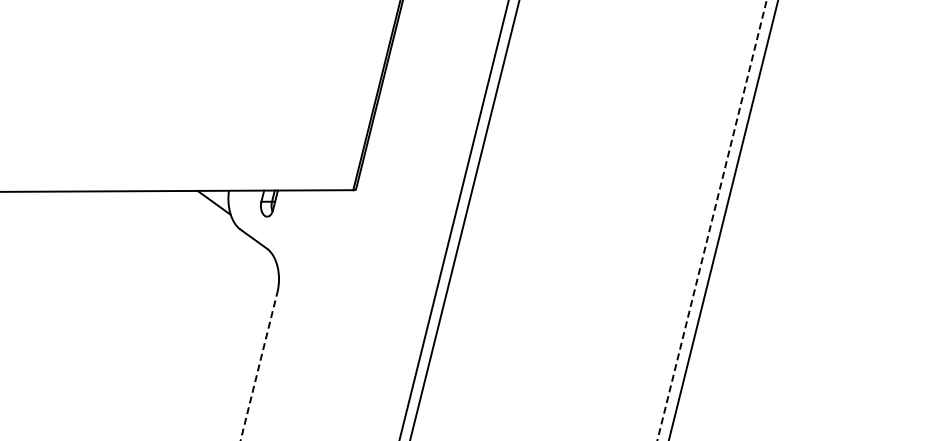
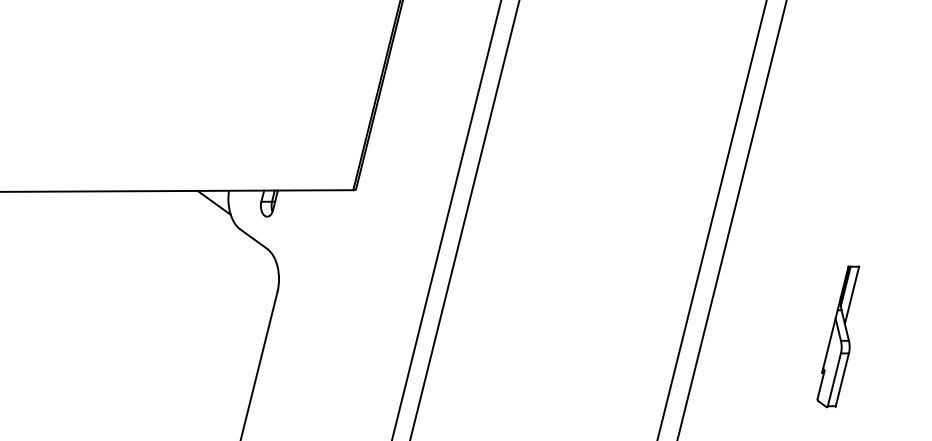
line at (454, 219) position: (454, 219) -> (446, 219)
line at (712, 219): dashed -> solid
line at (723, 219) position: (723, 219) -> (732, 219)
part at (838, 336): none -> present
line at (259, 365): dashed -> solid
